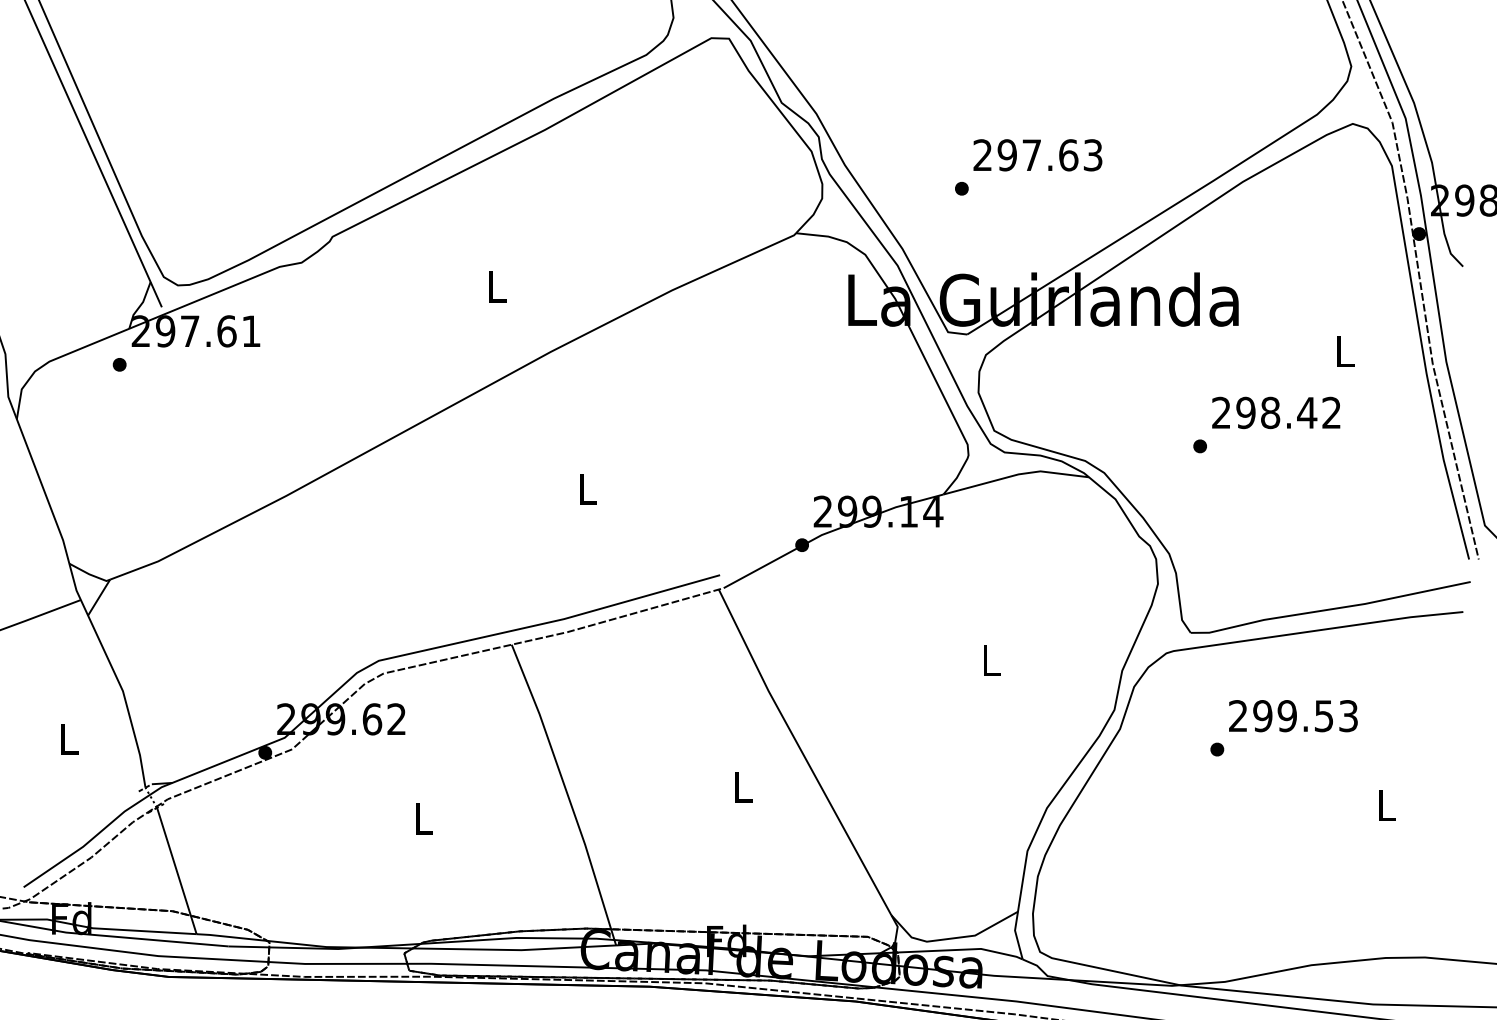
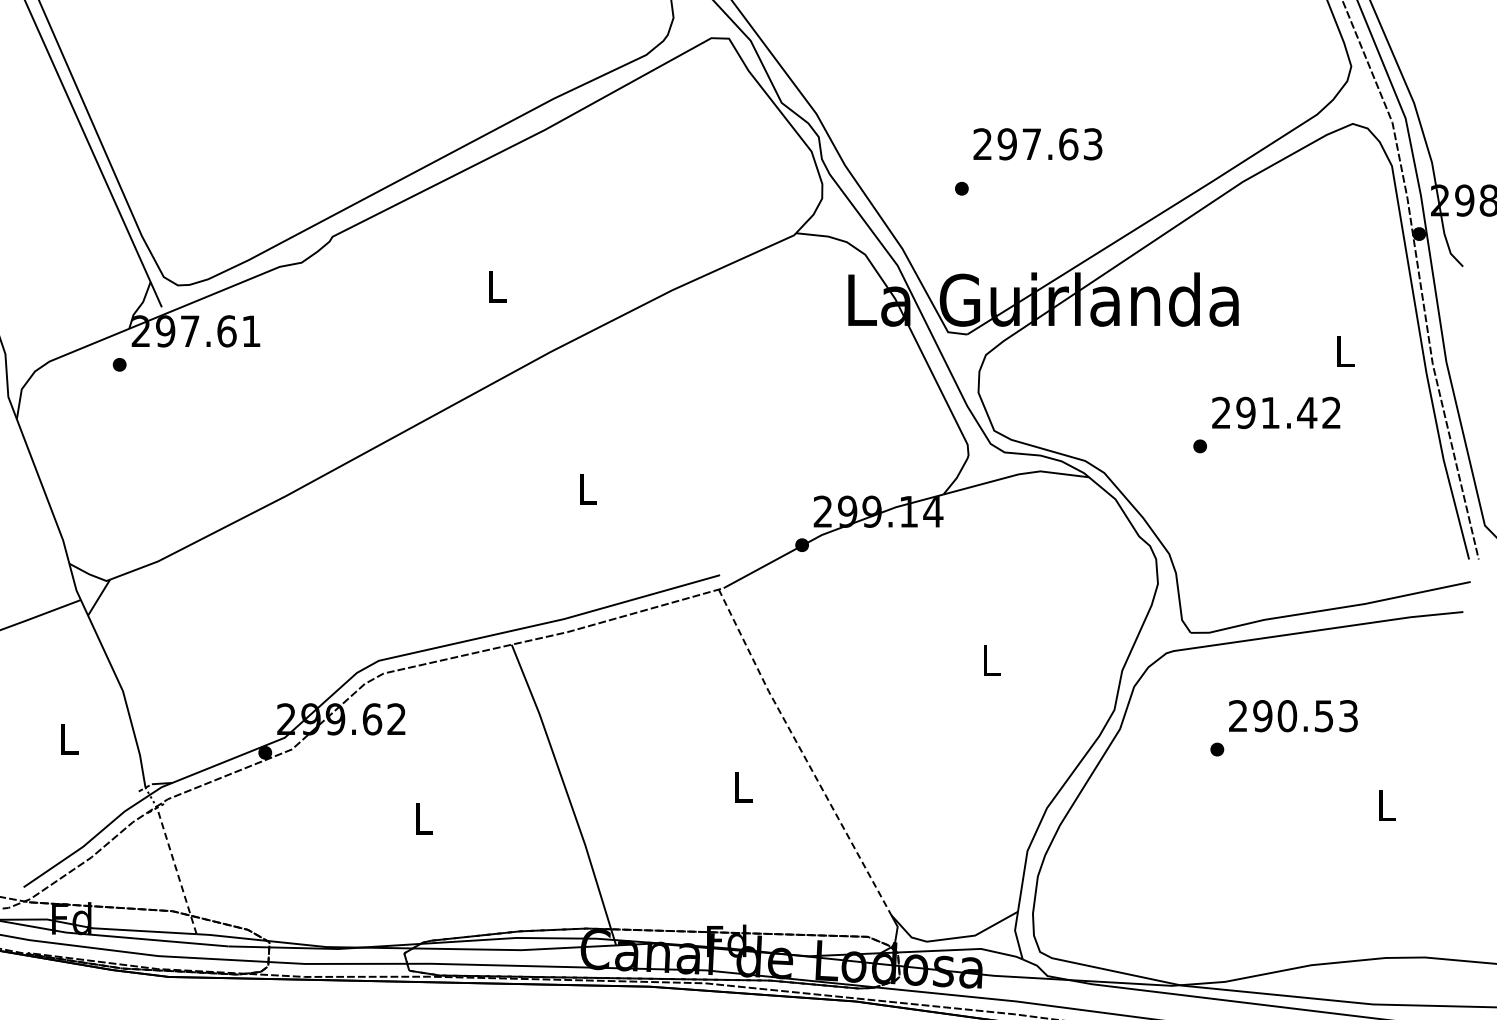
text at (1037, 155) position: (1037, 155) -> (1037, 144)
text at (1270, 412): 298.42 -> 291.42
text at (1287, 716): 299.53 -> 290.53
line at (802, 753): solid -> dashed
line at (176, 870): solid -> dashed
